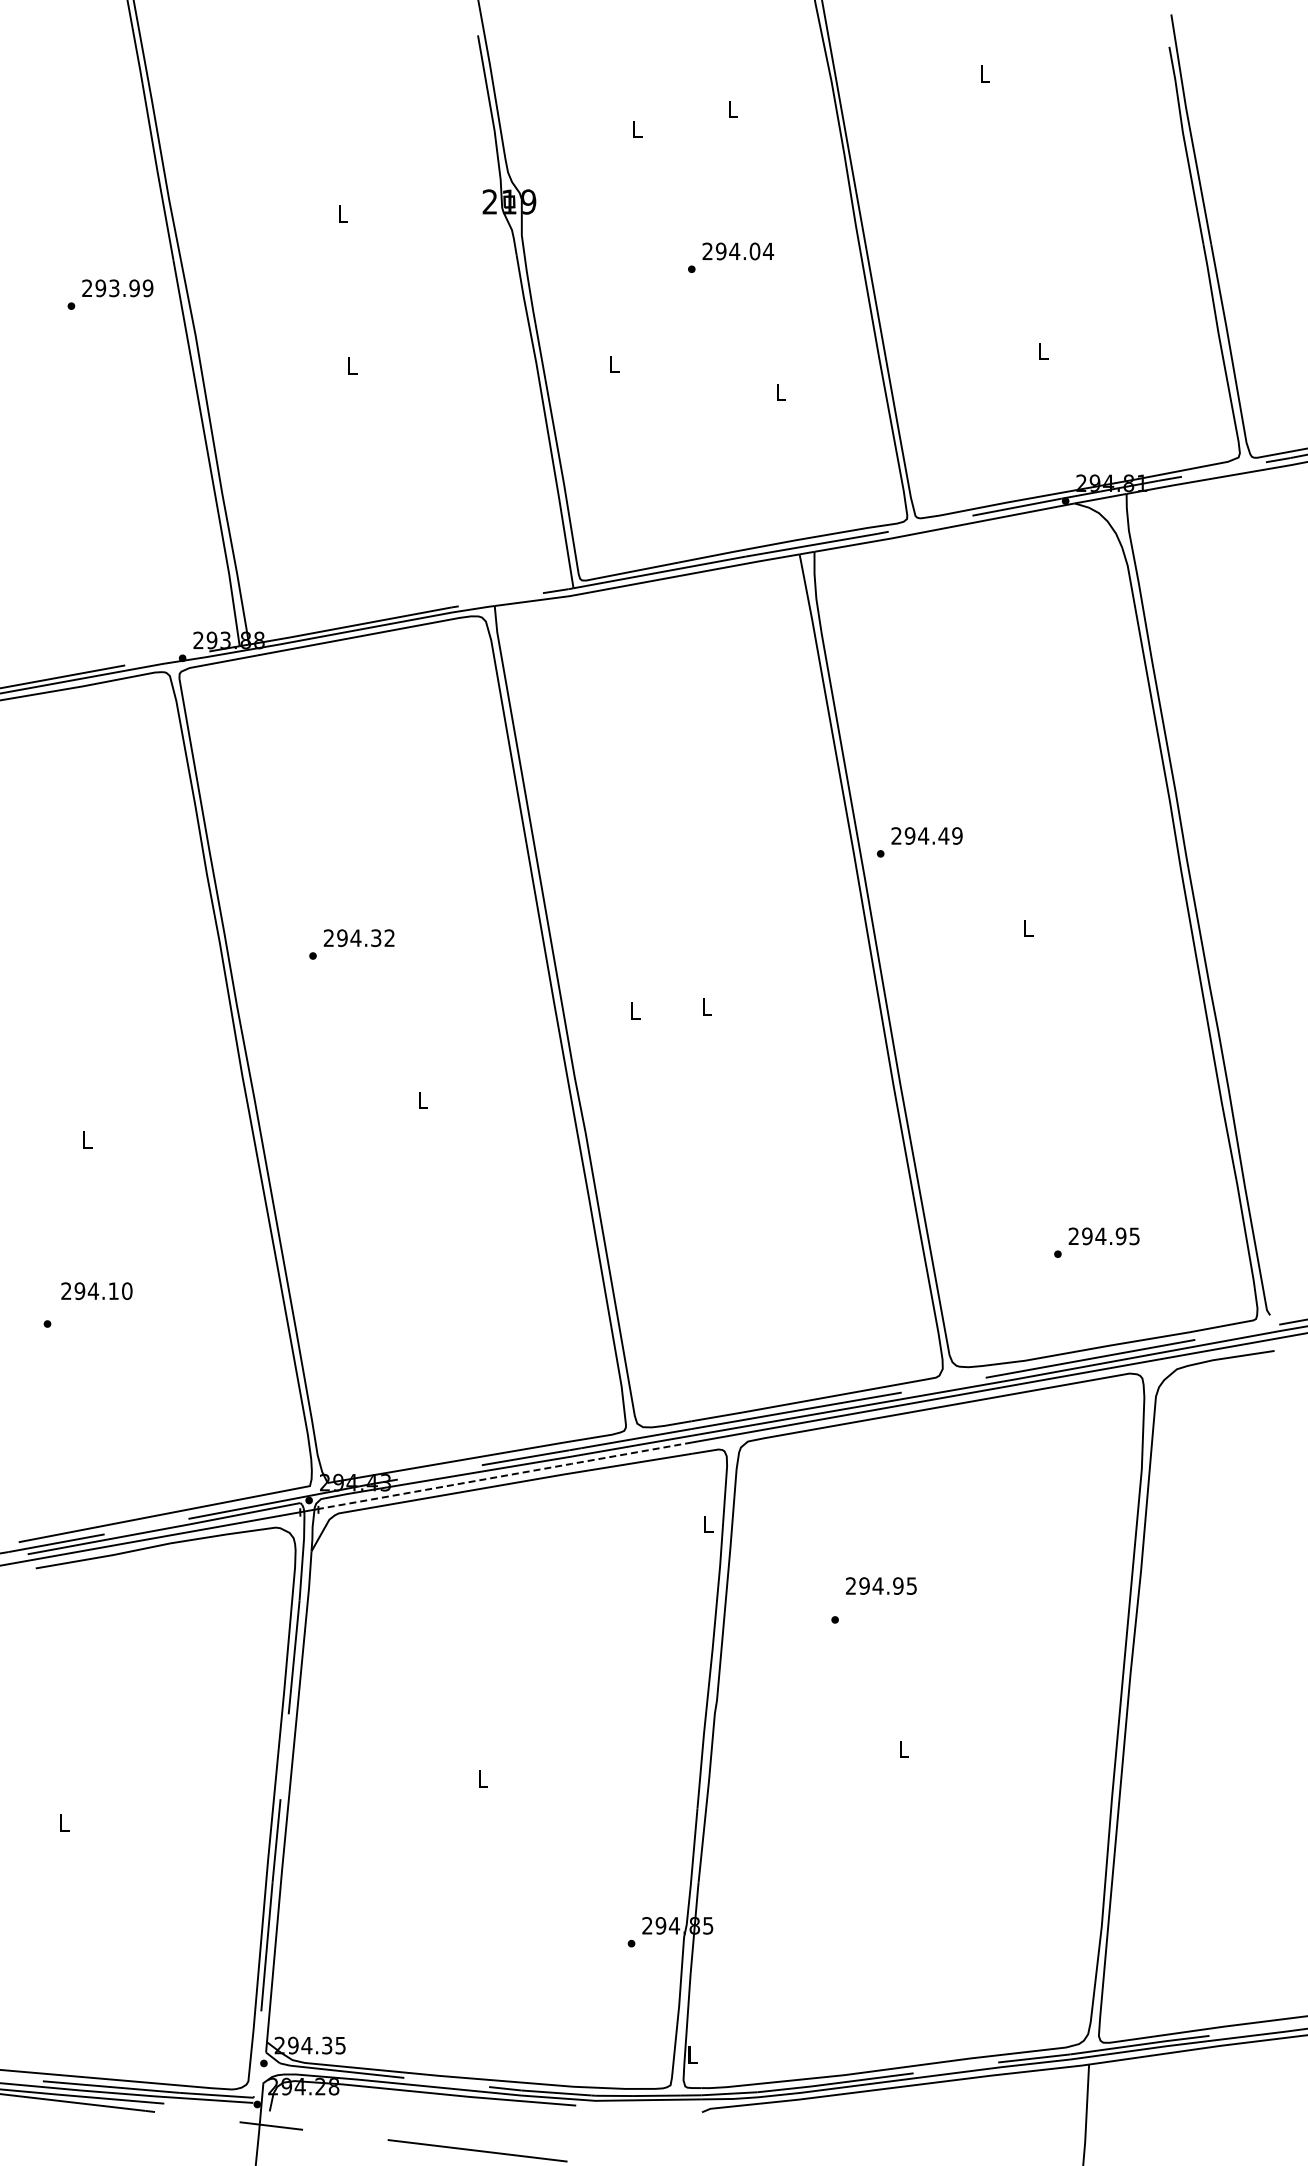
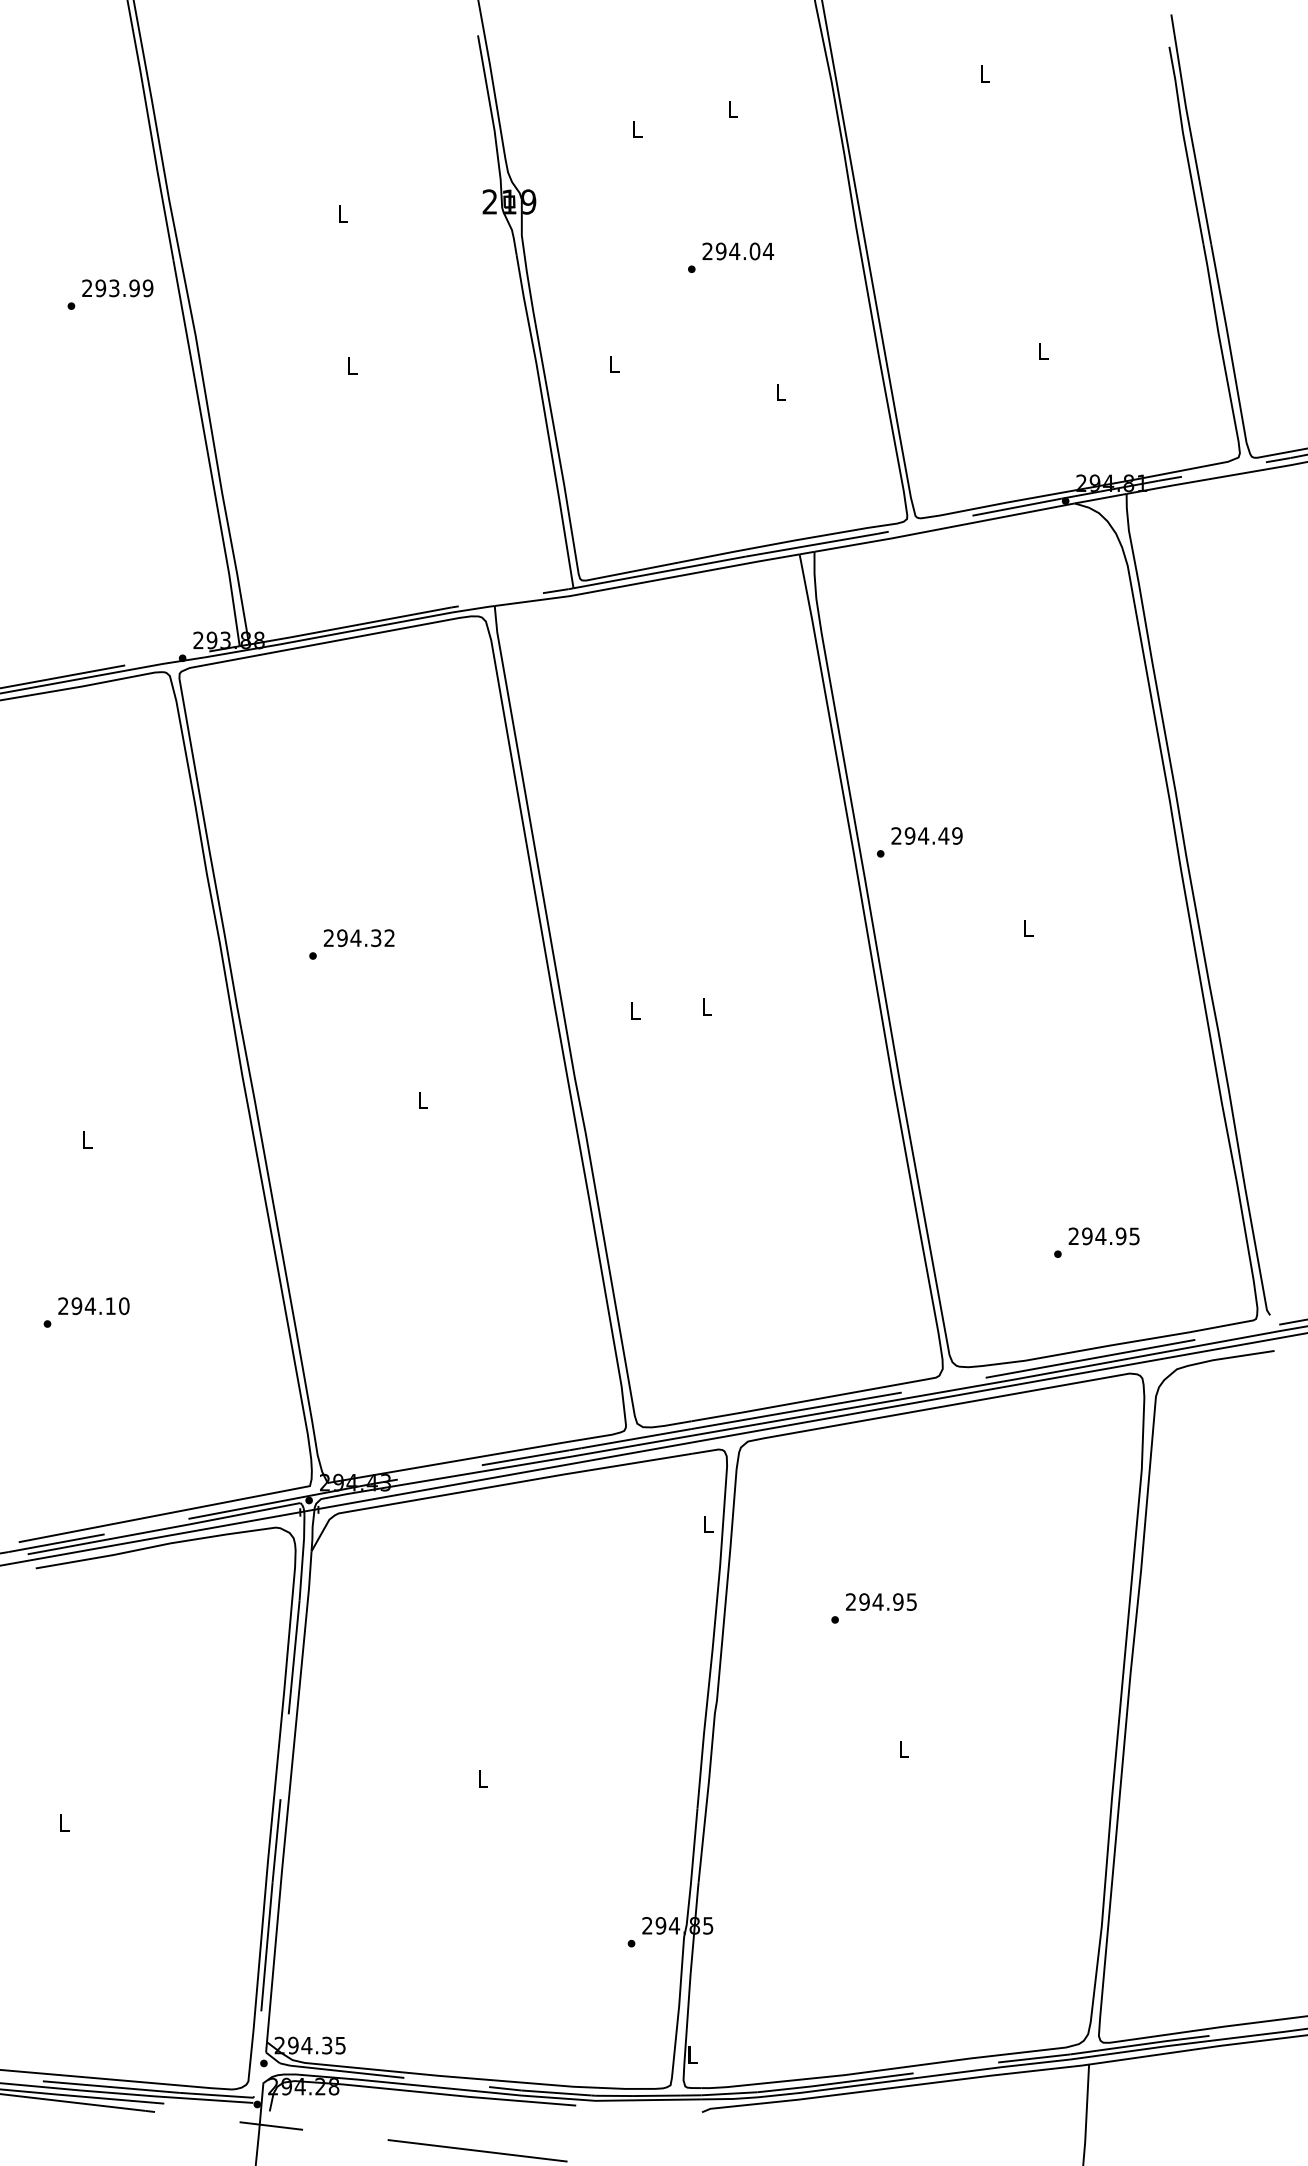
text at (96, 1291) position: (96, 1291) -> (93, 1306)
line at (505, 1475): dashed -> solid
text at (881, 1585) position: (881, 1585) -> (881, 1601)
